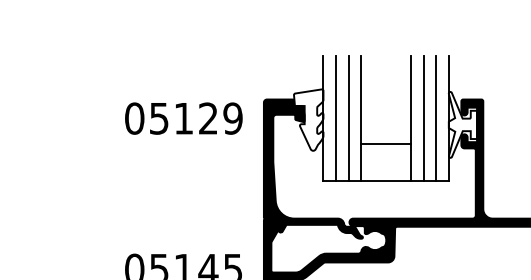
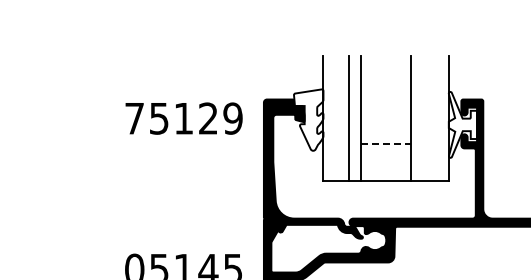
text at (134, 118): 05129 -> 75129
line at (336, 118): present -> none
line at (423, 118): present -> none
line at (436, 118): present -> none
line at (386, 143): solid -> dashed
